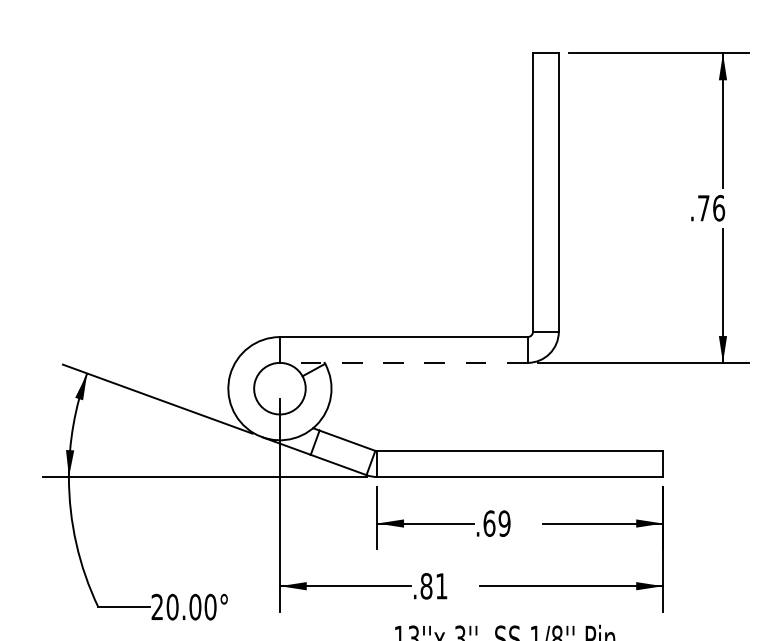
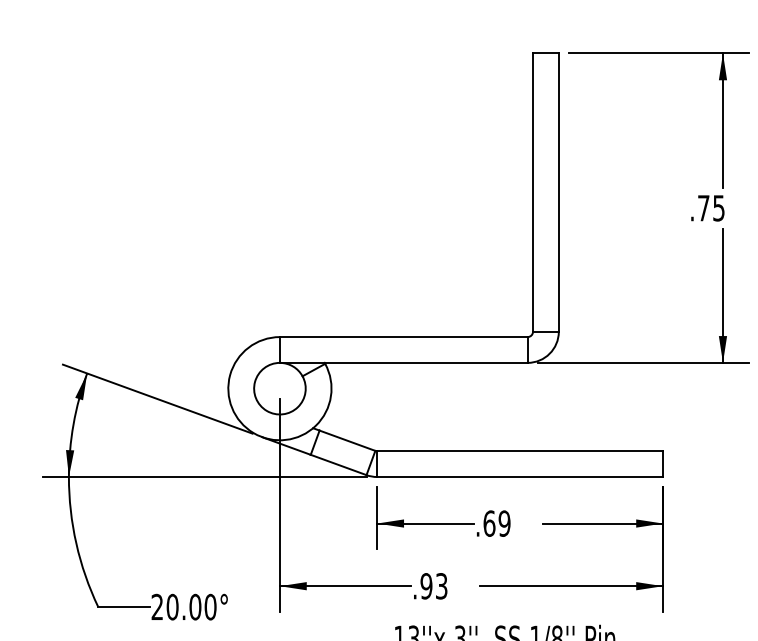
text at (719, 208): .76 -> .75
line at (403, 362): dashed -> solid
text at (433, 586): .81 -> .93
